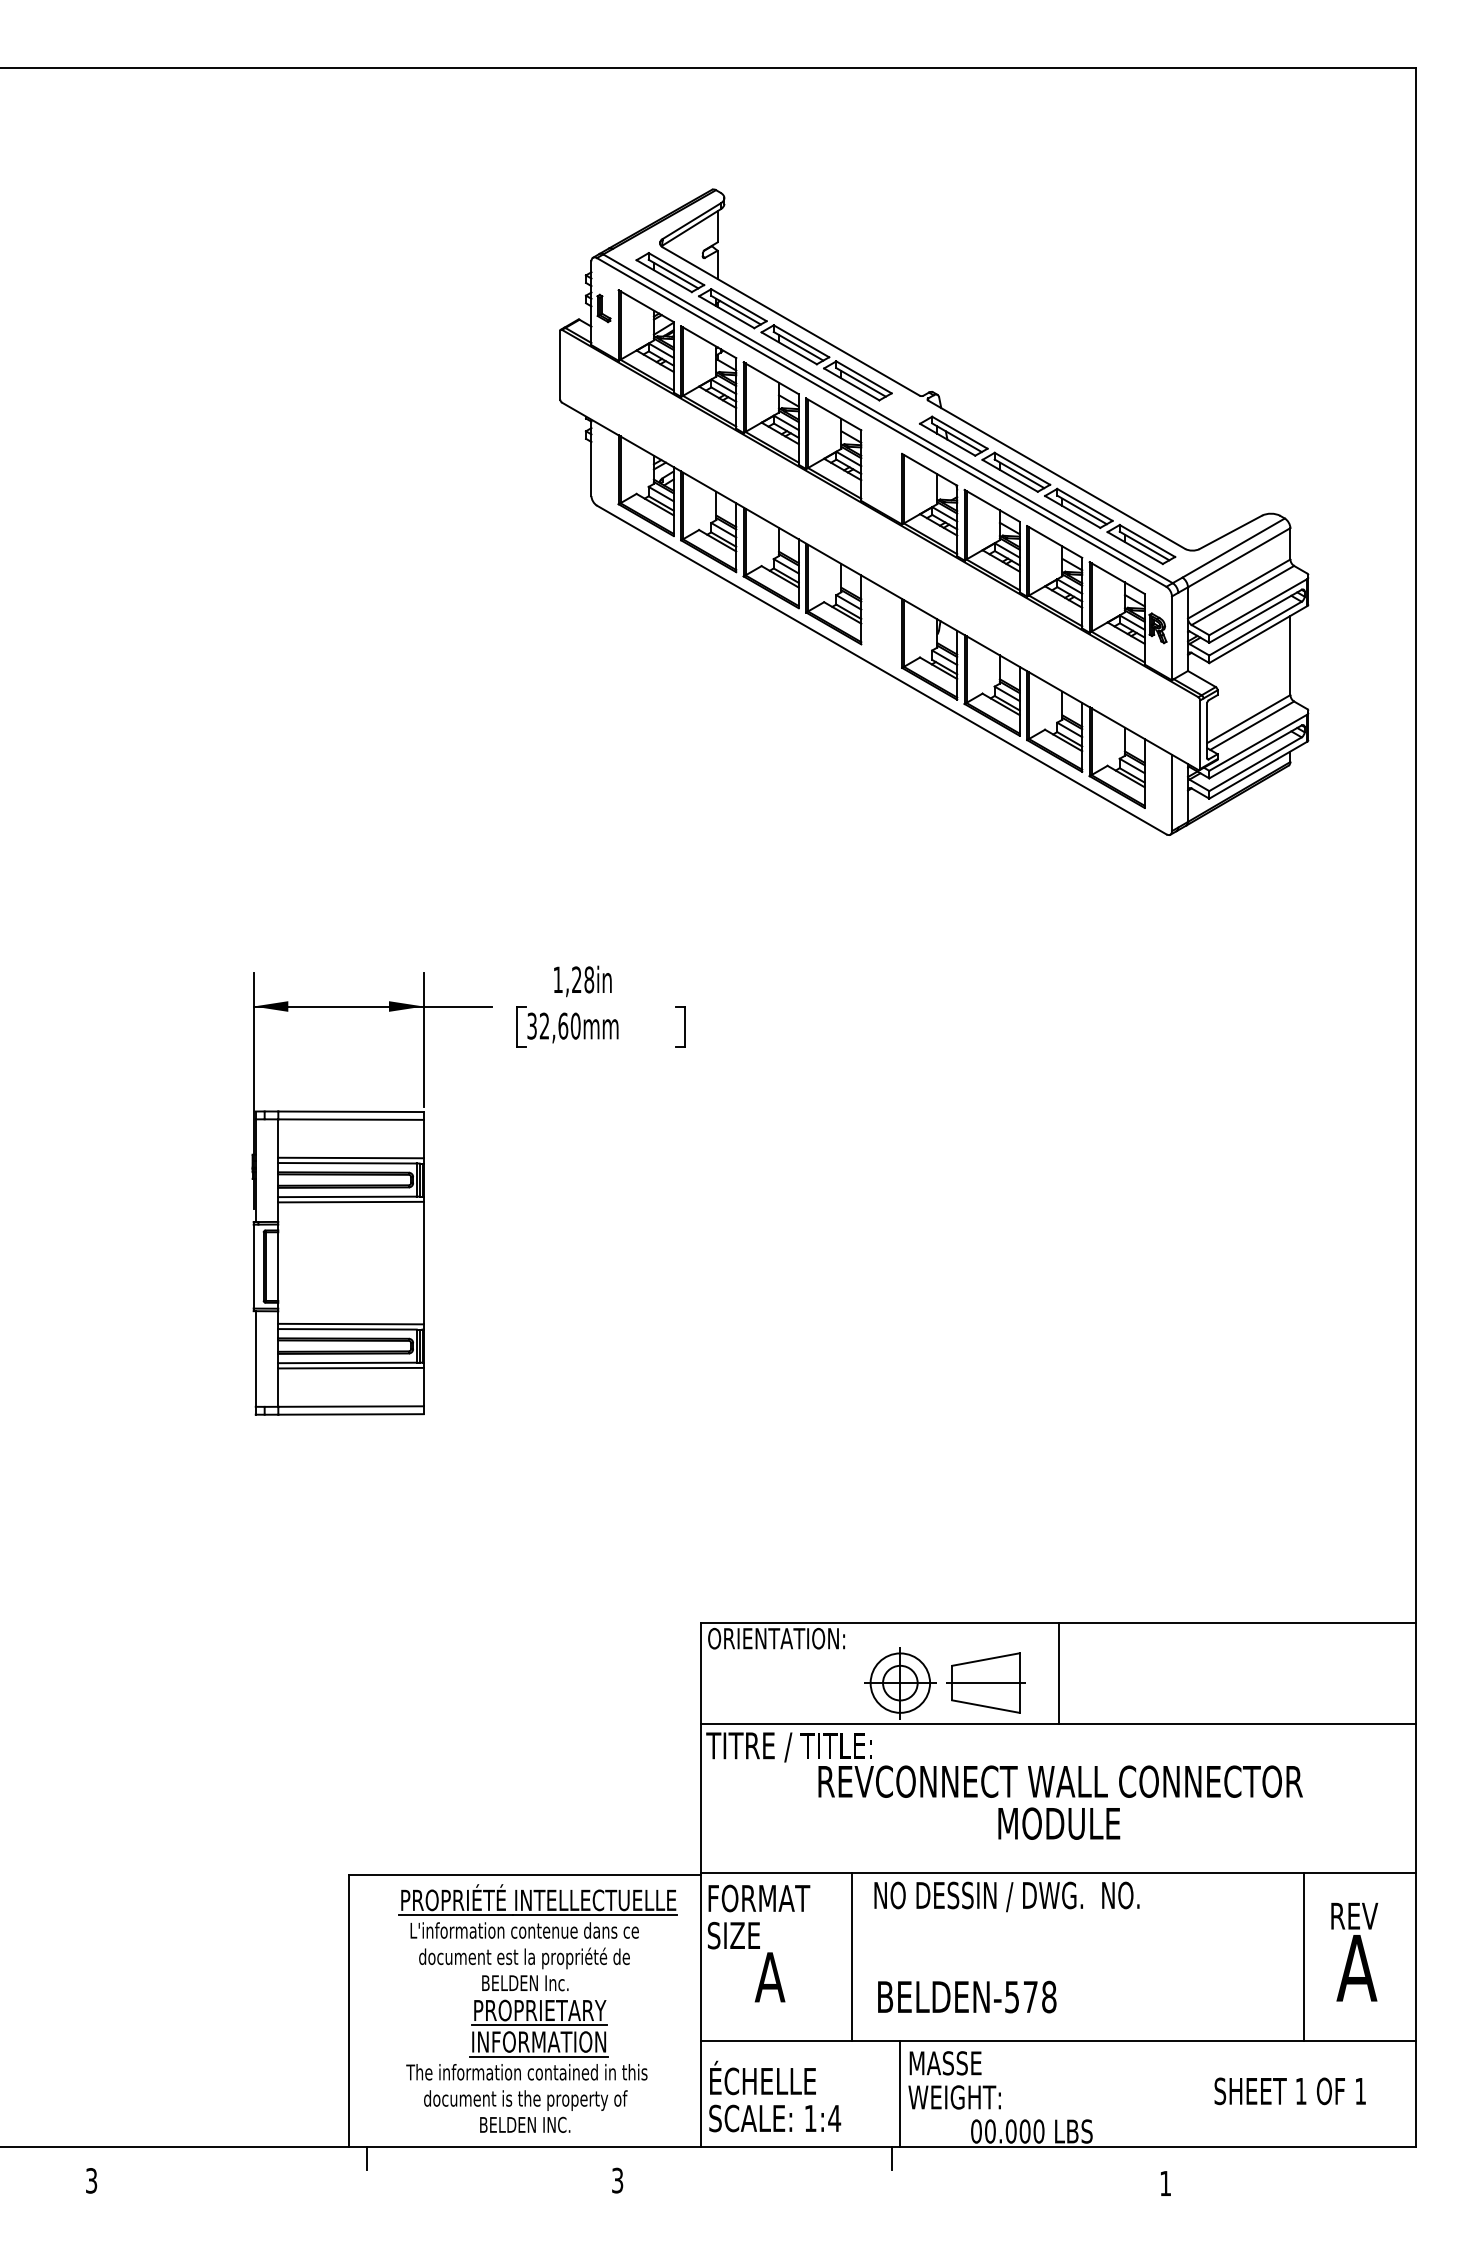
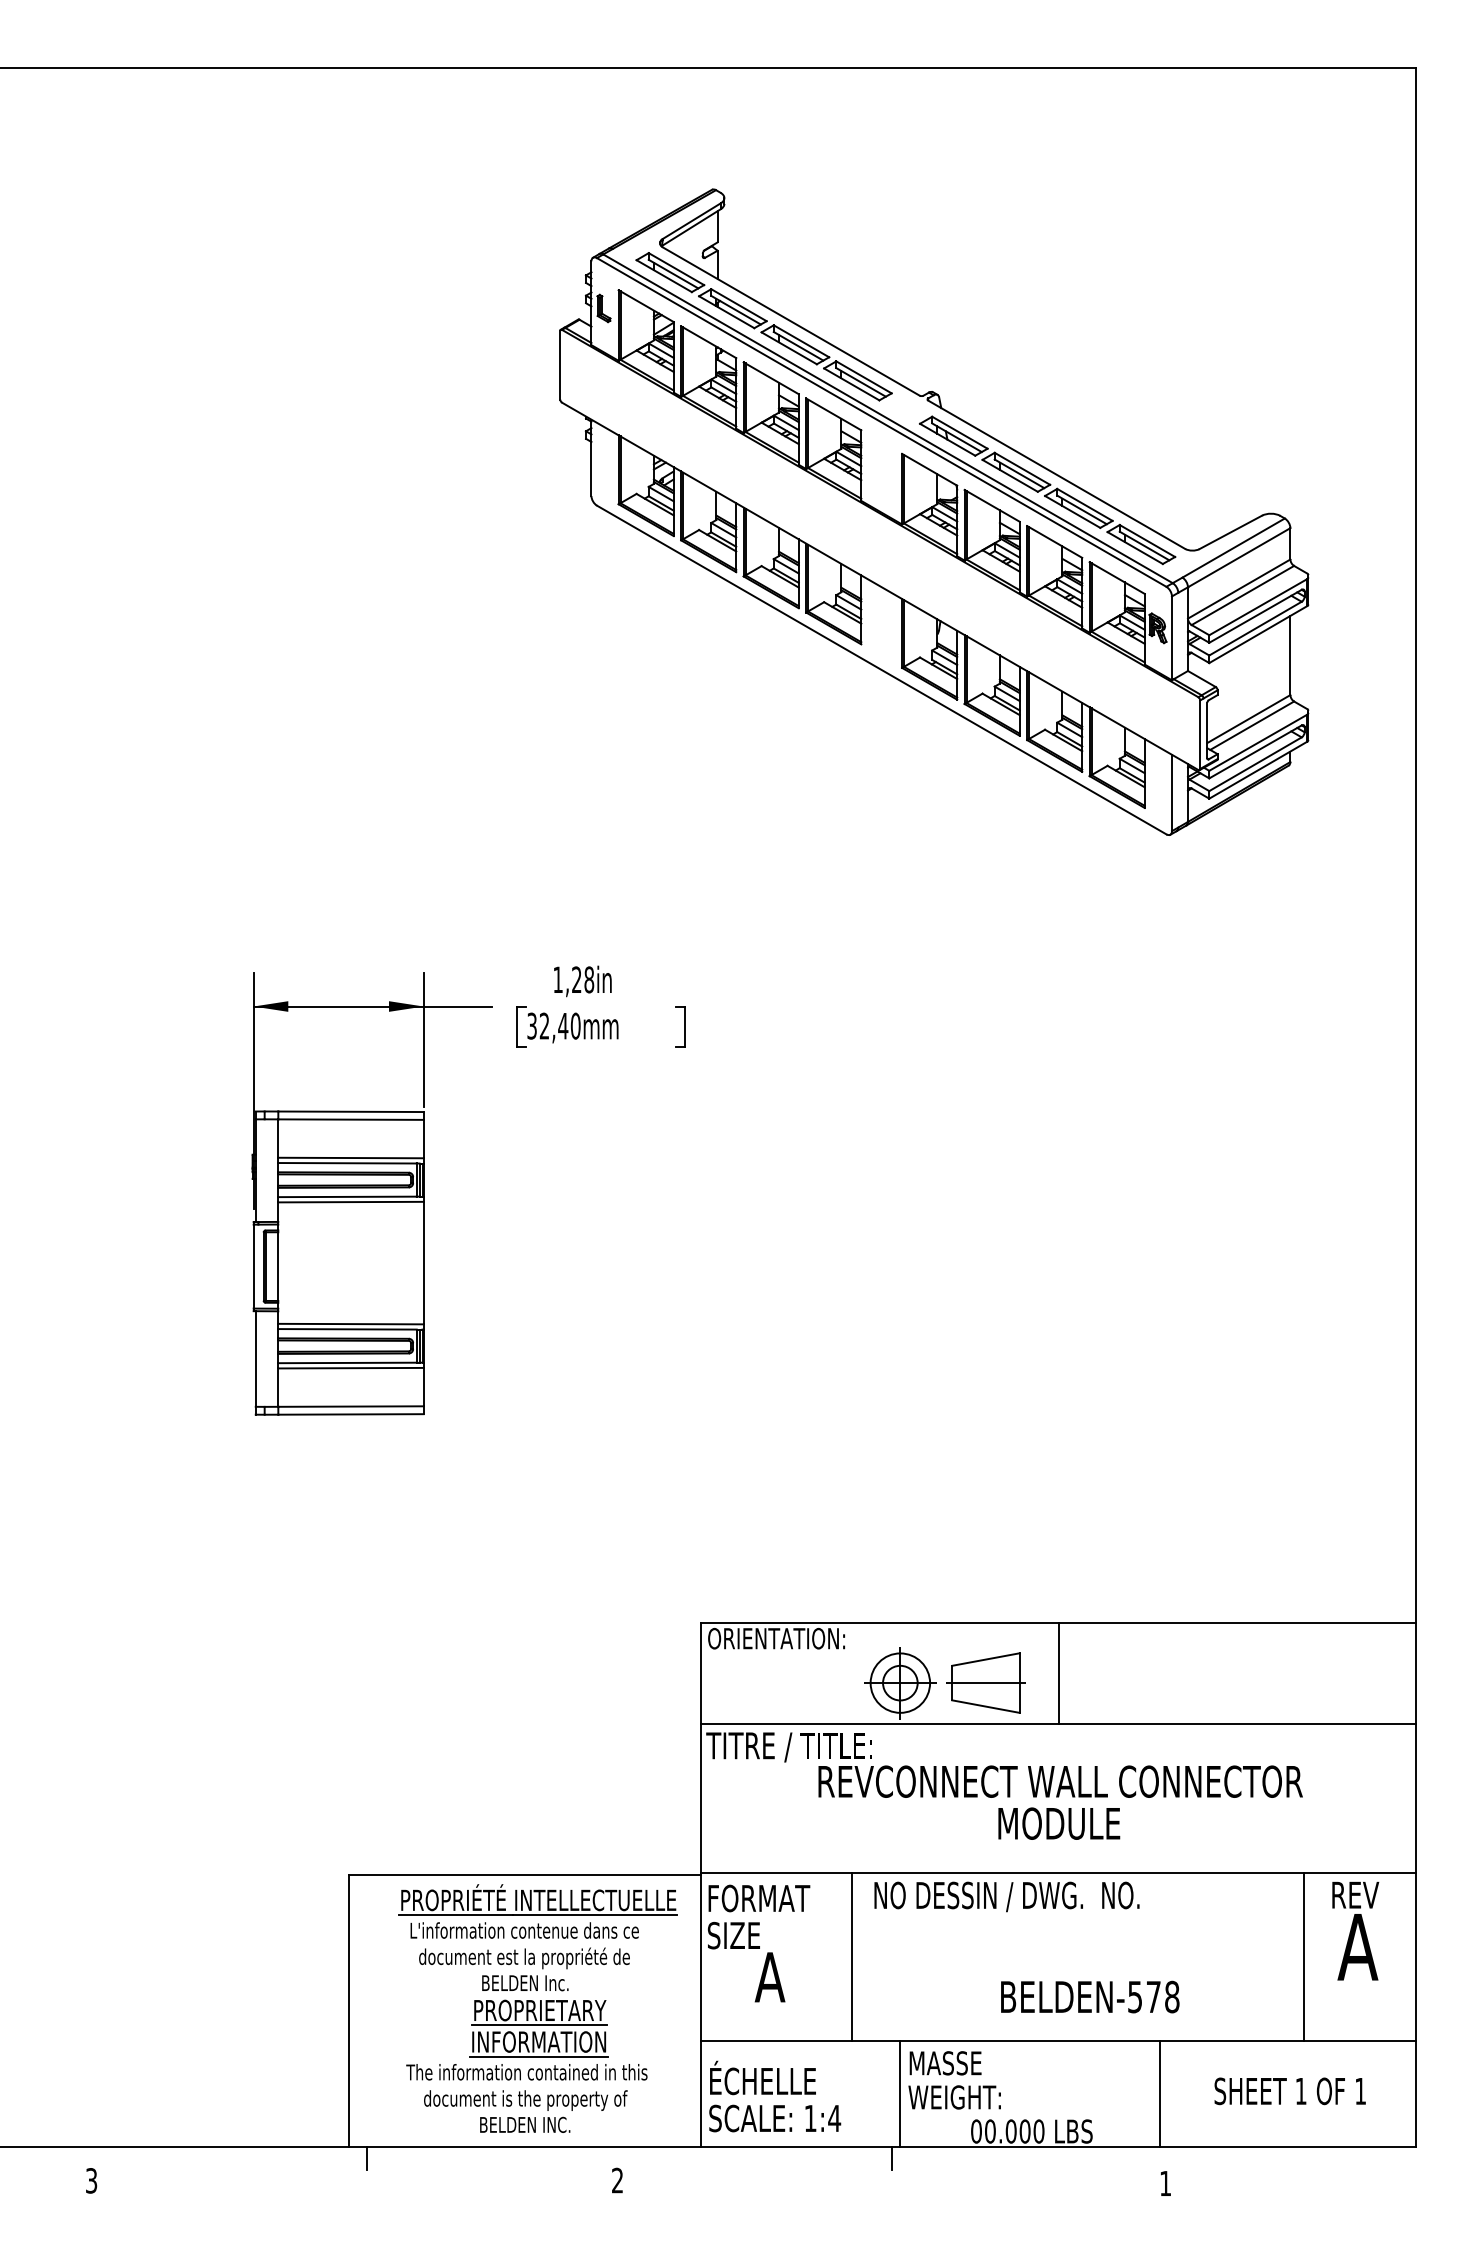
text at (563, 1025): 32,60mm -> 32,40mm
text at (1354, 1951) position: (1354, 1951) -> (1355, 1930)
text at (967, 1996) position: (967, 1996) -> (1090, 1996)
line at (1159, 2093): none -> present
text at (617, 2180): 3 -> 2
